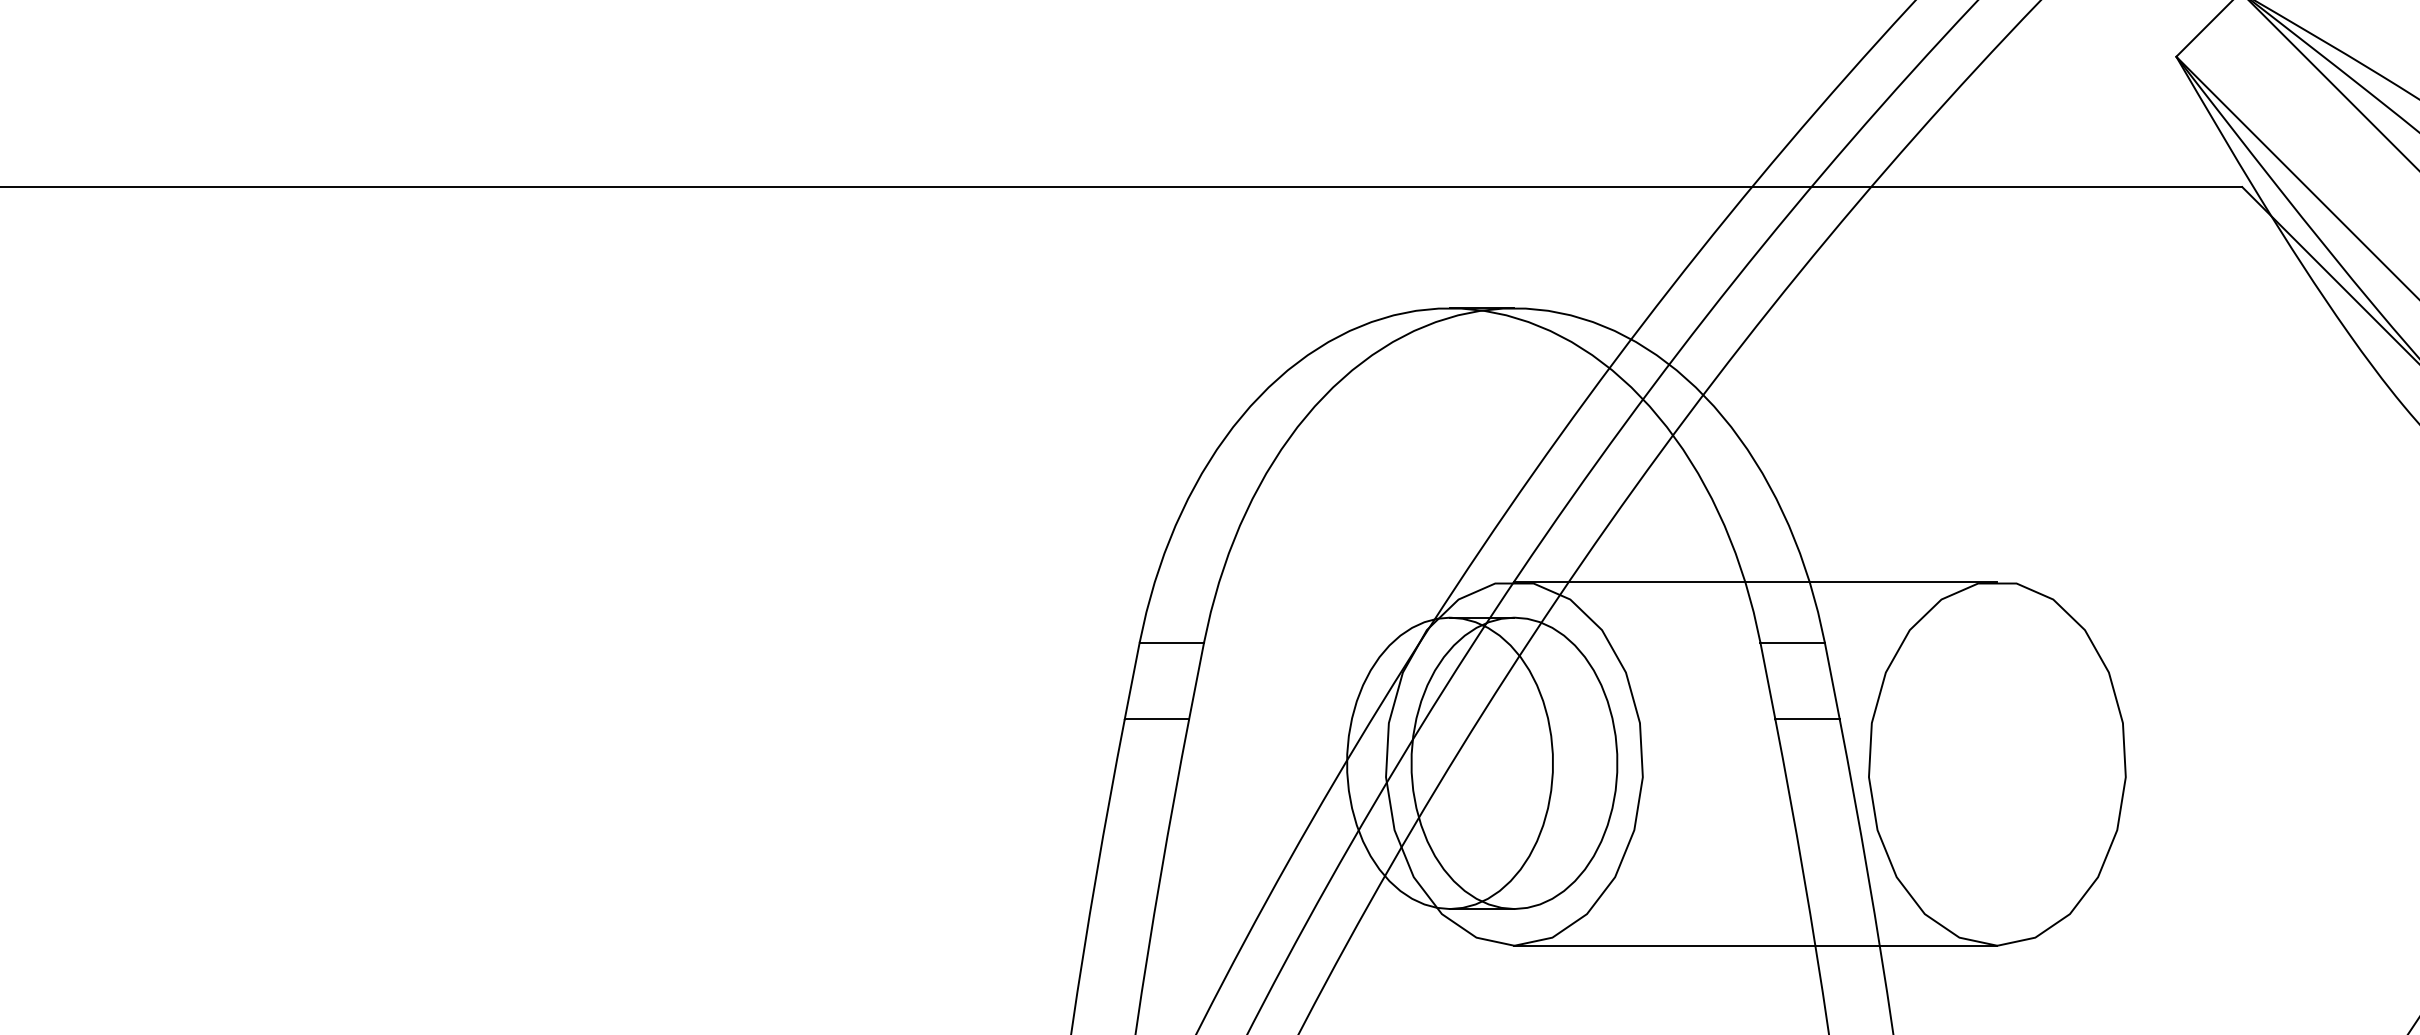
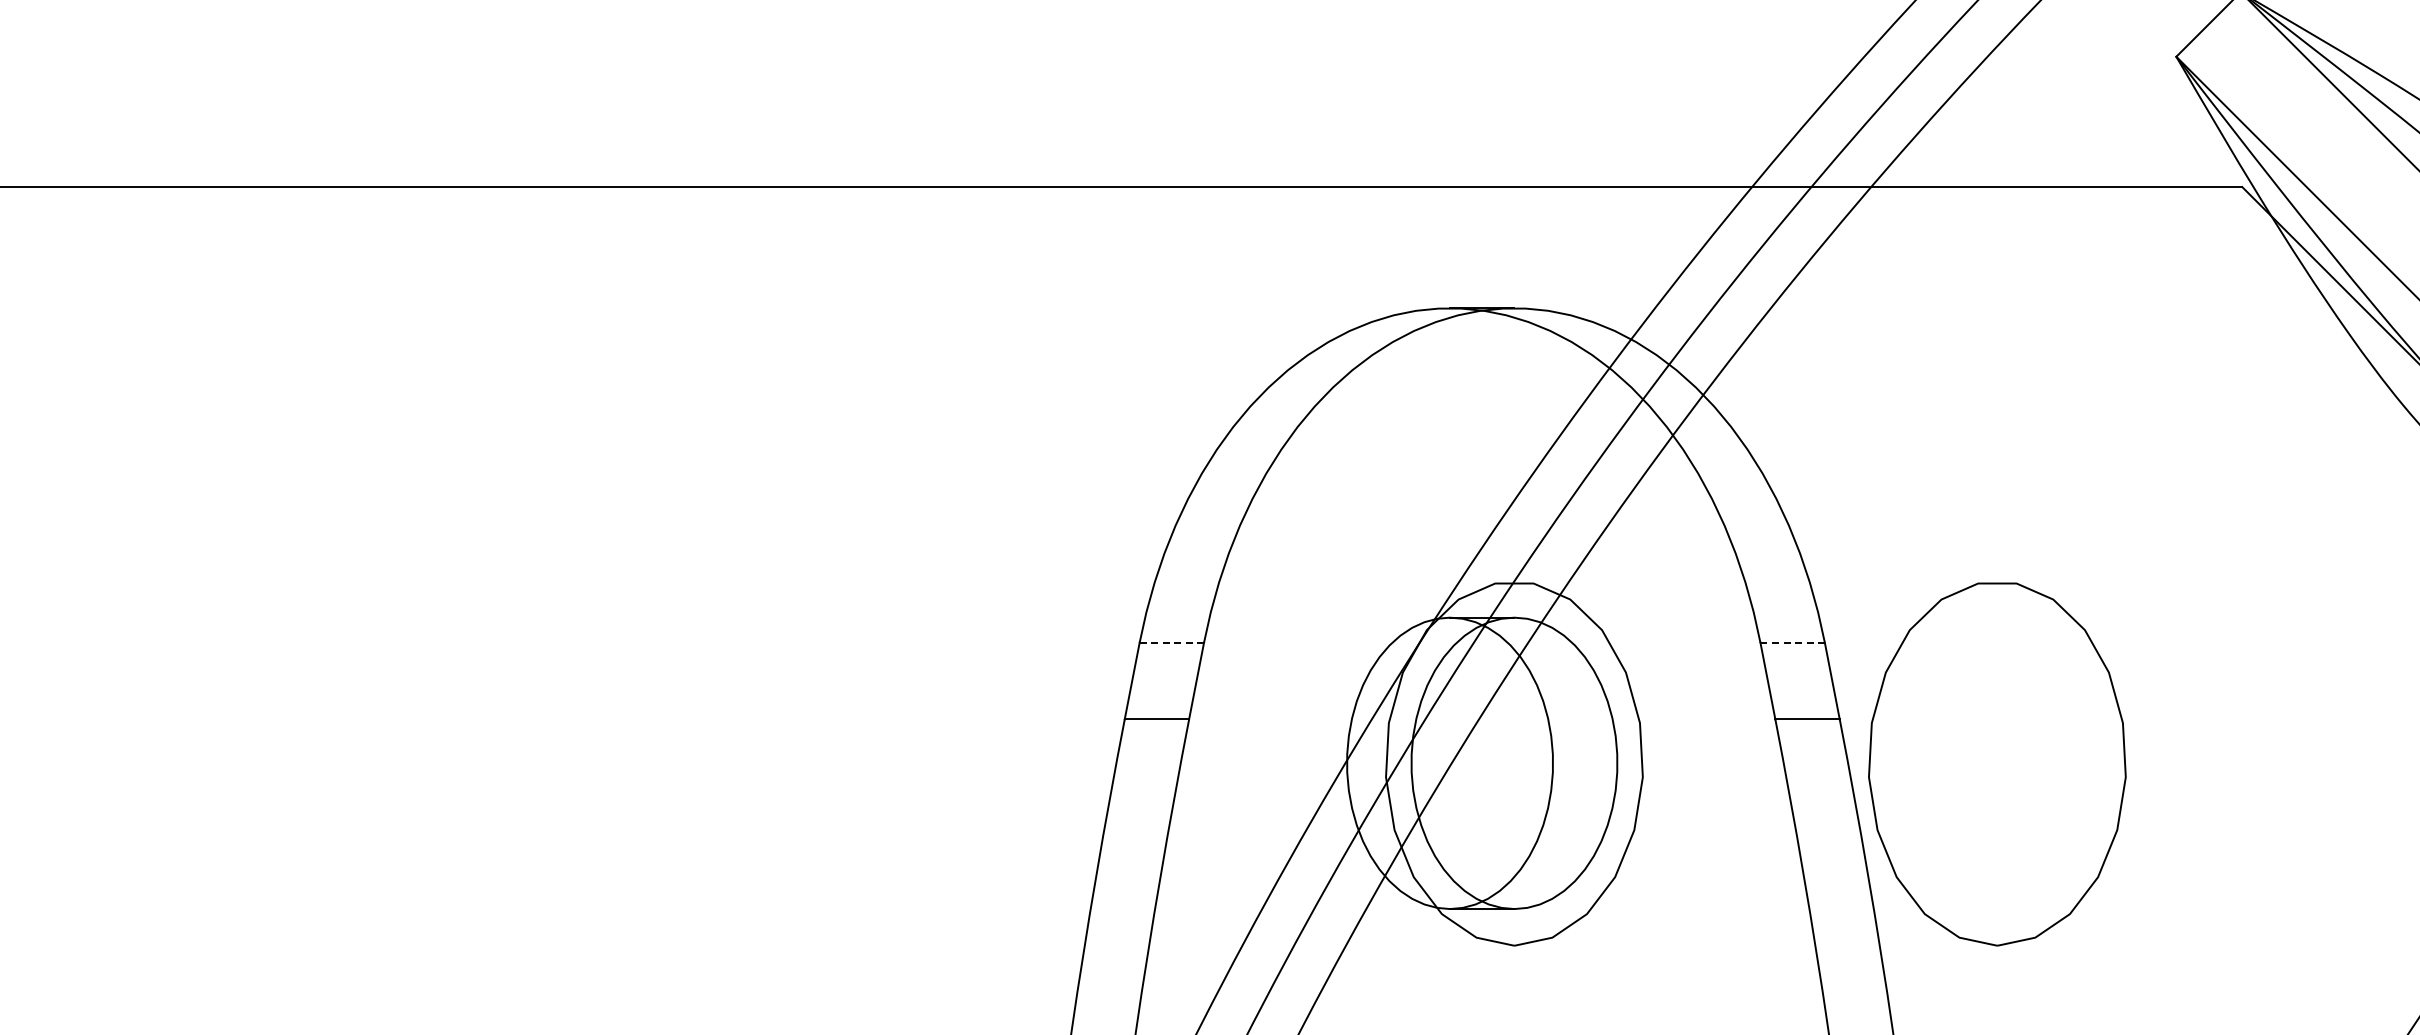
line at (1755, 581): present -> none
line at (1172, 642): solid -> dashed
line at (1793, 642): solid -> dashed
line at (1755, 945): present -> none
